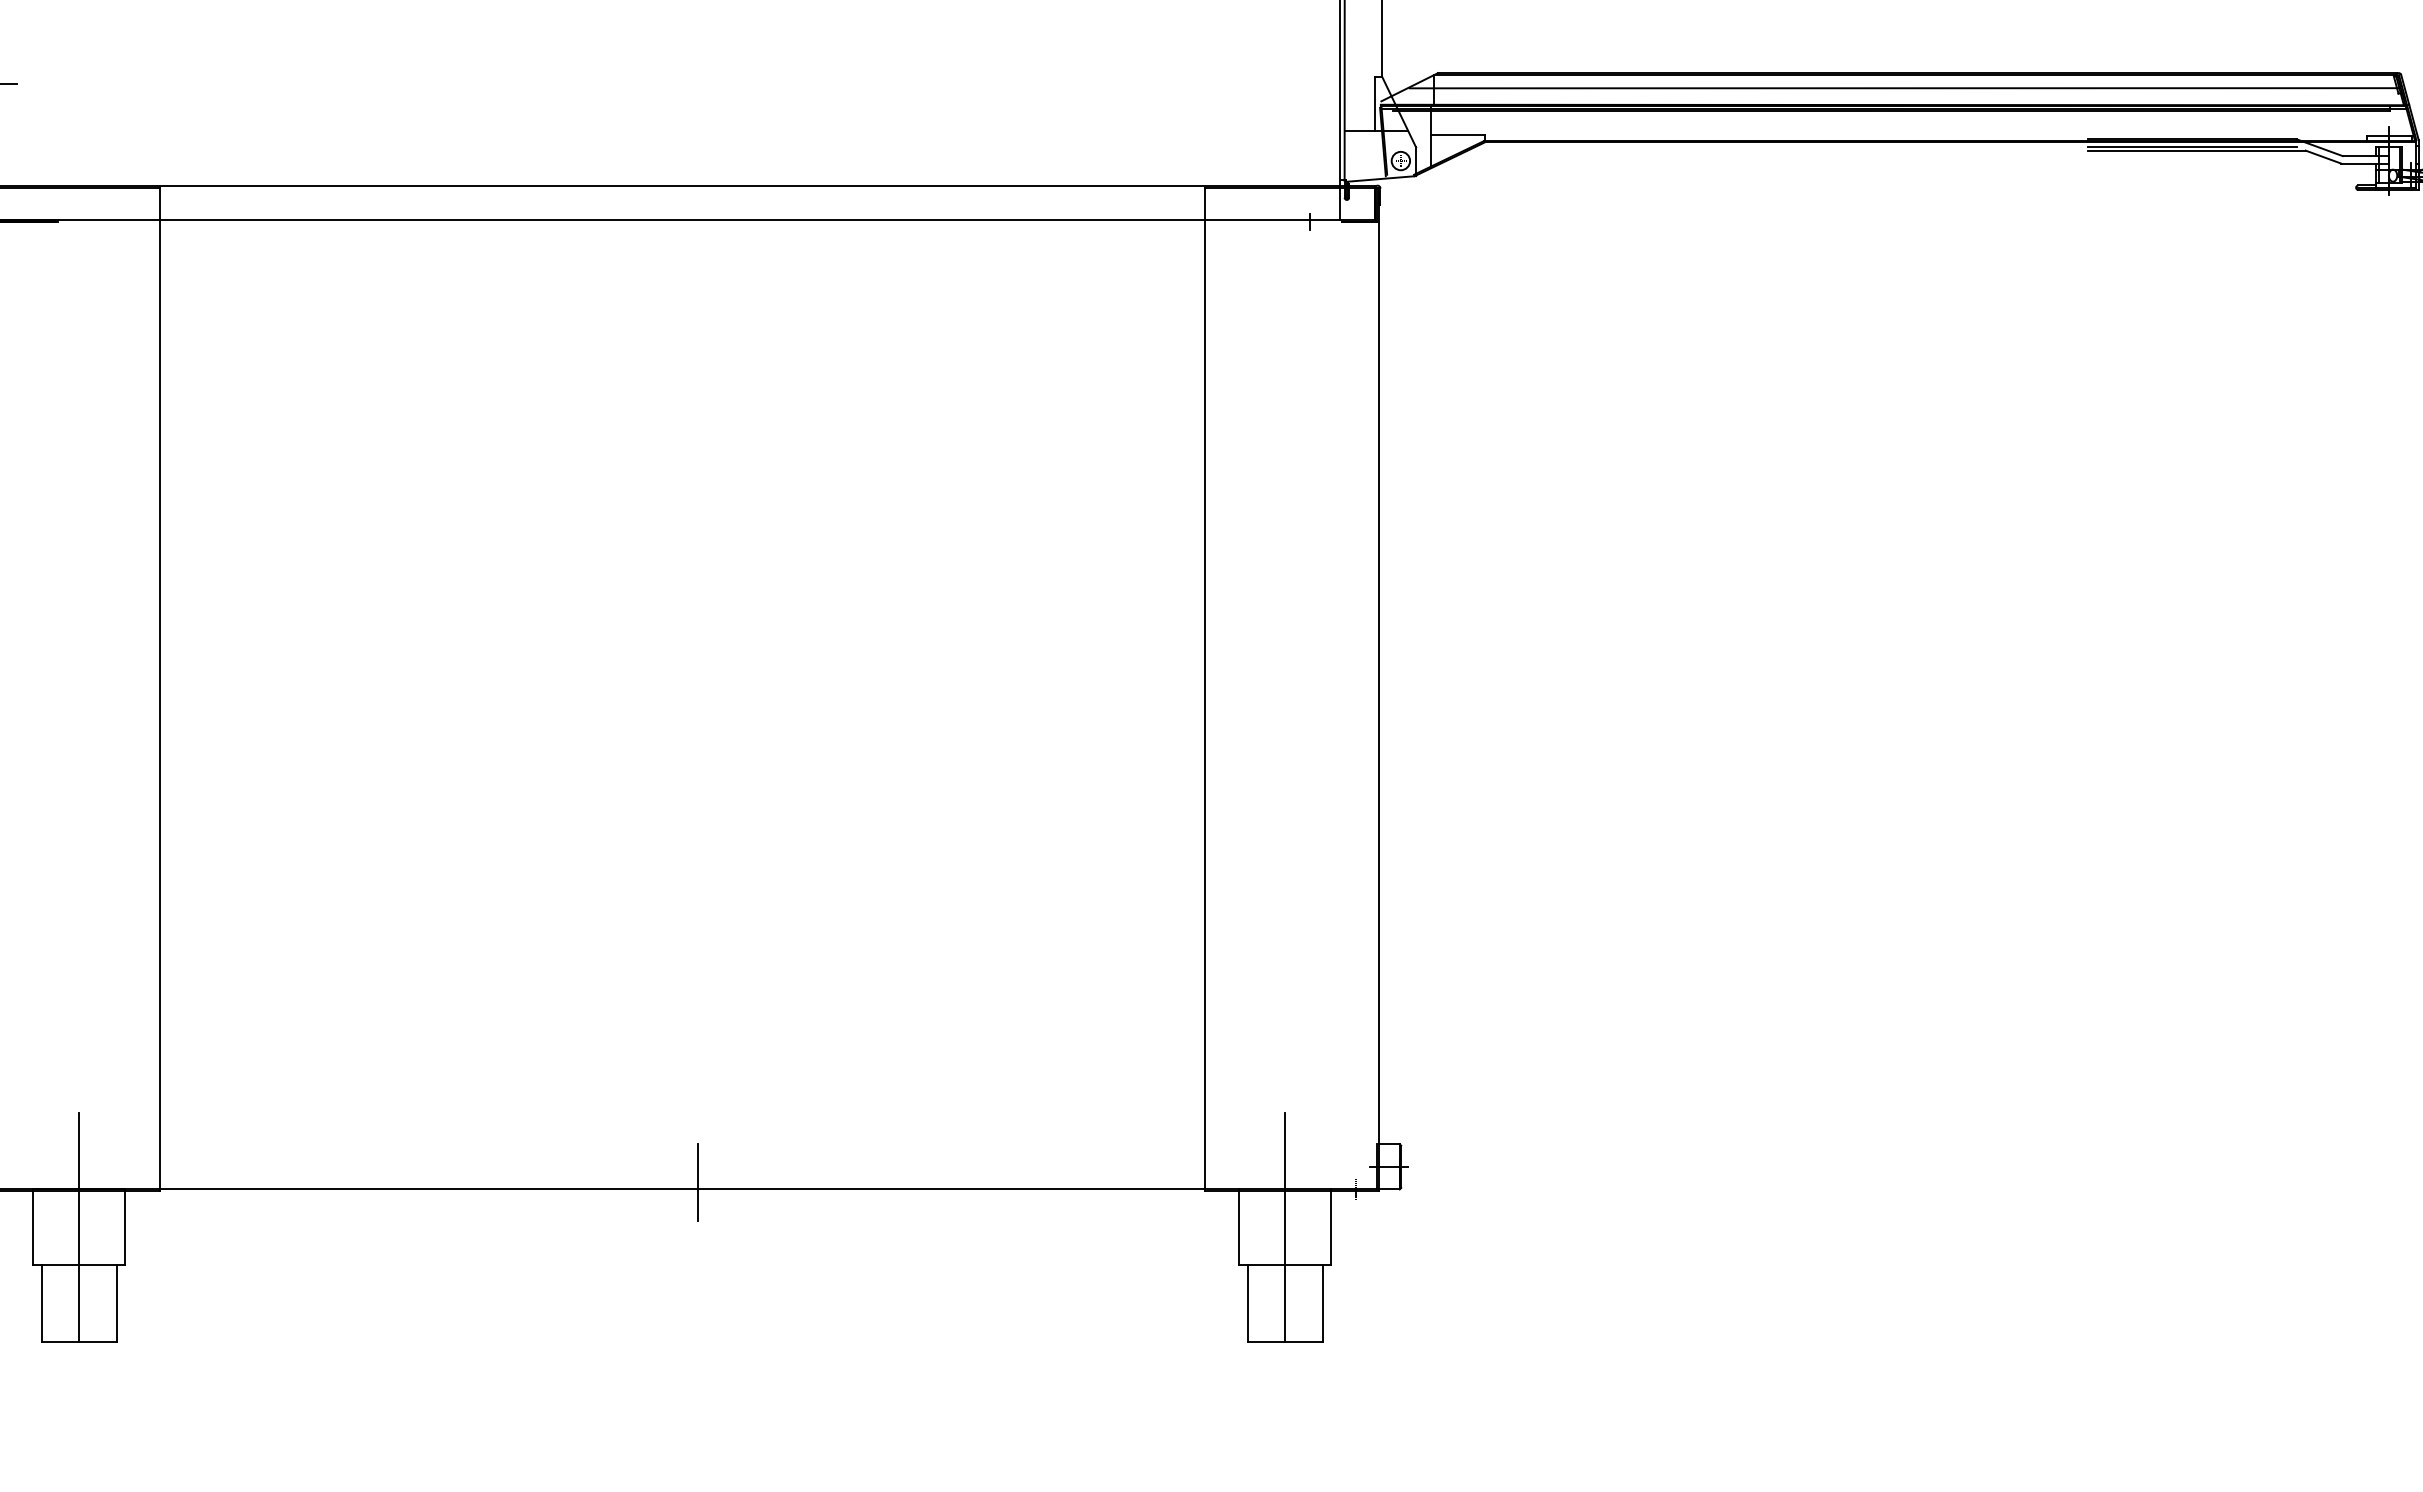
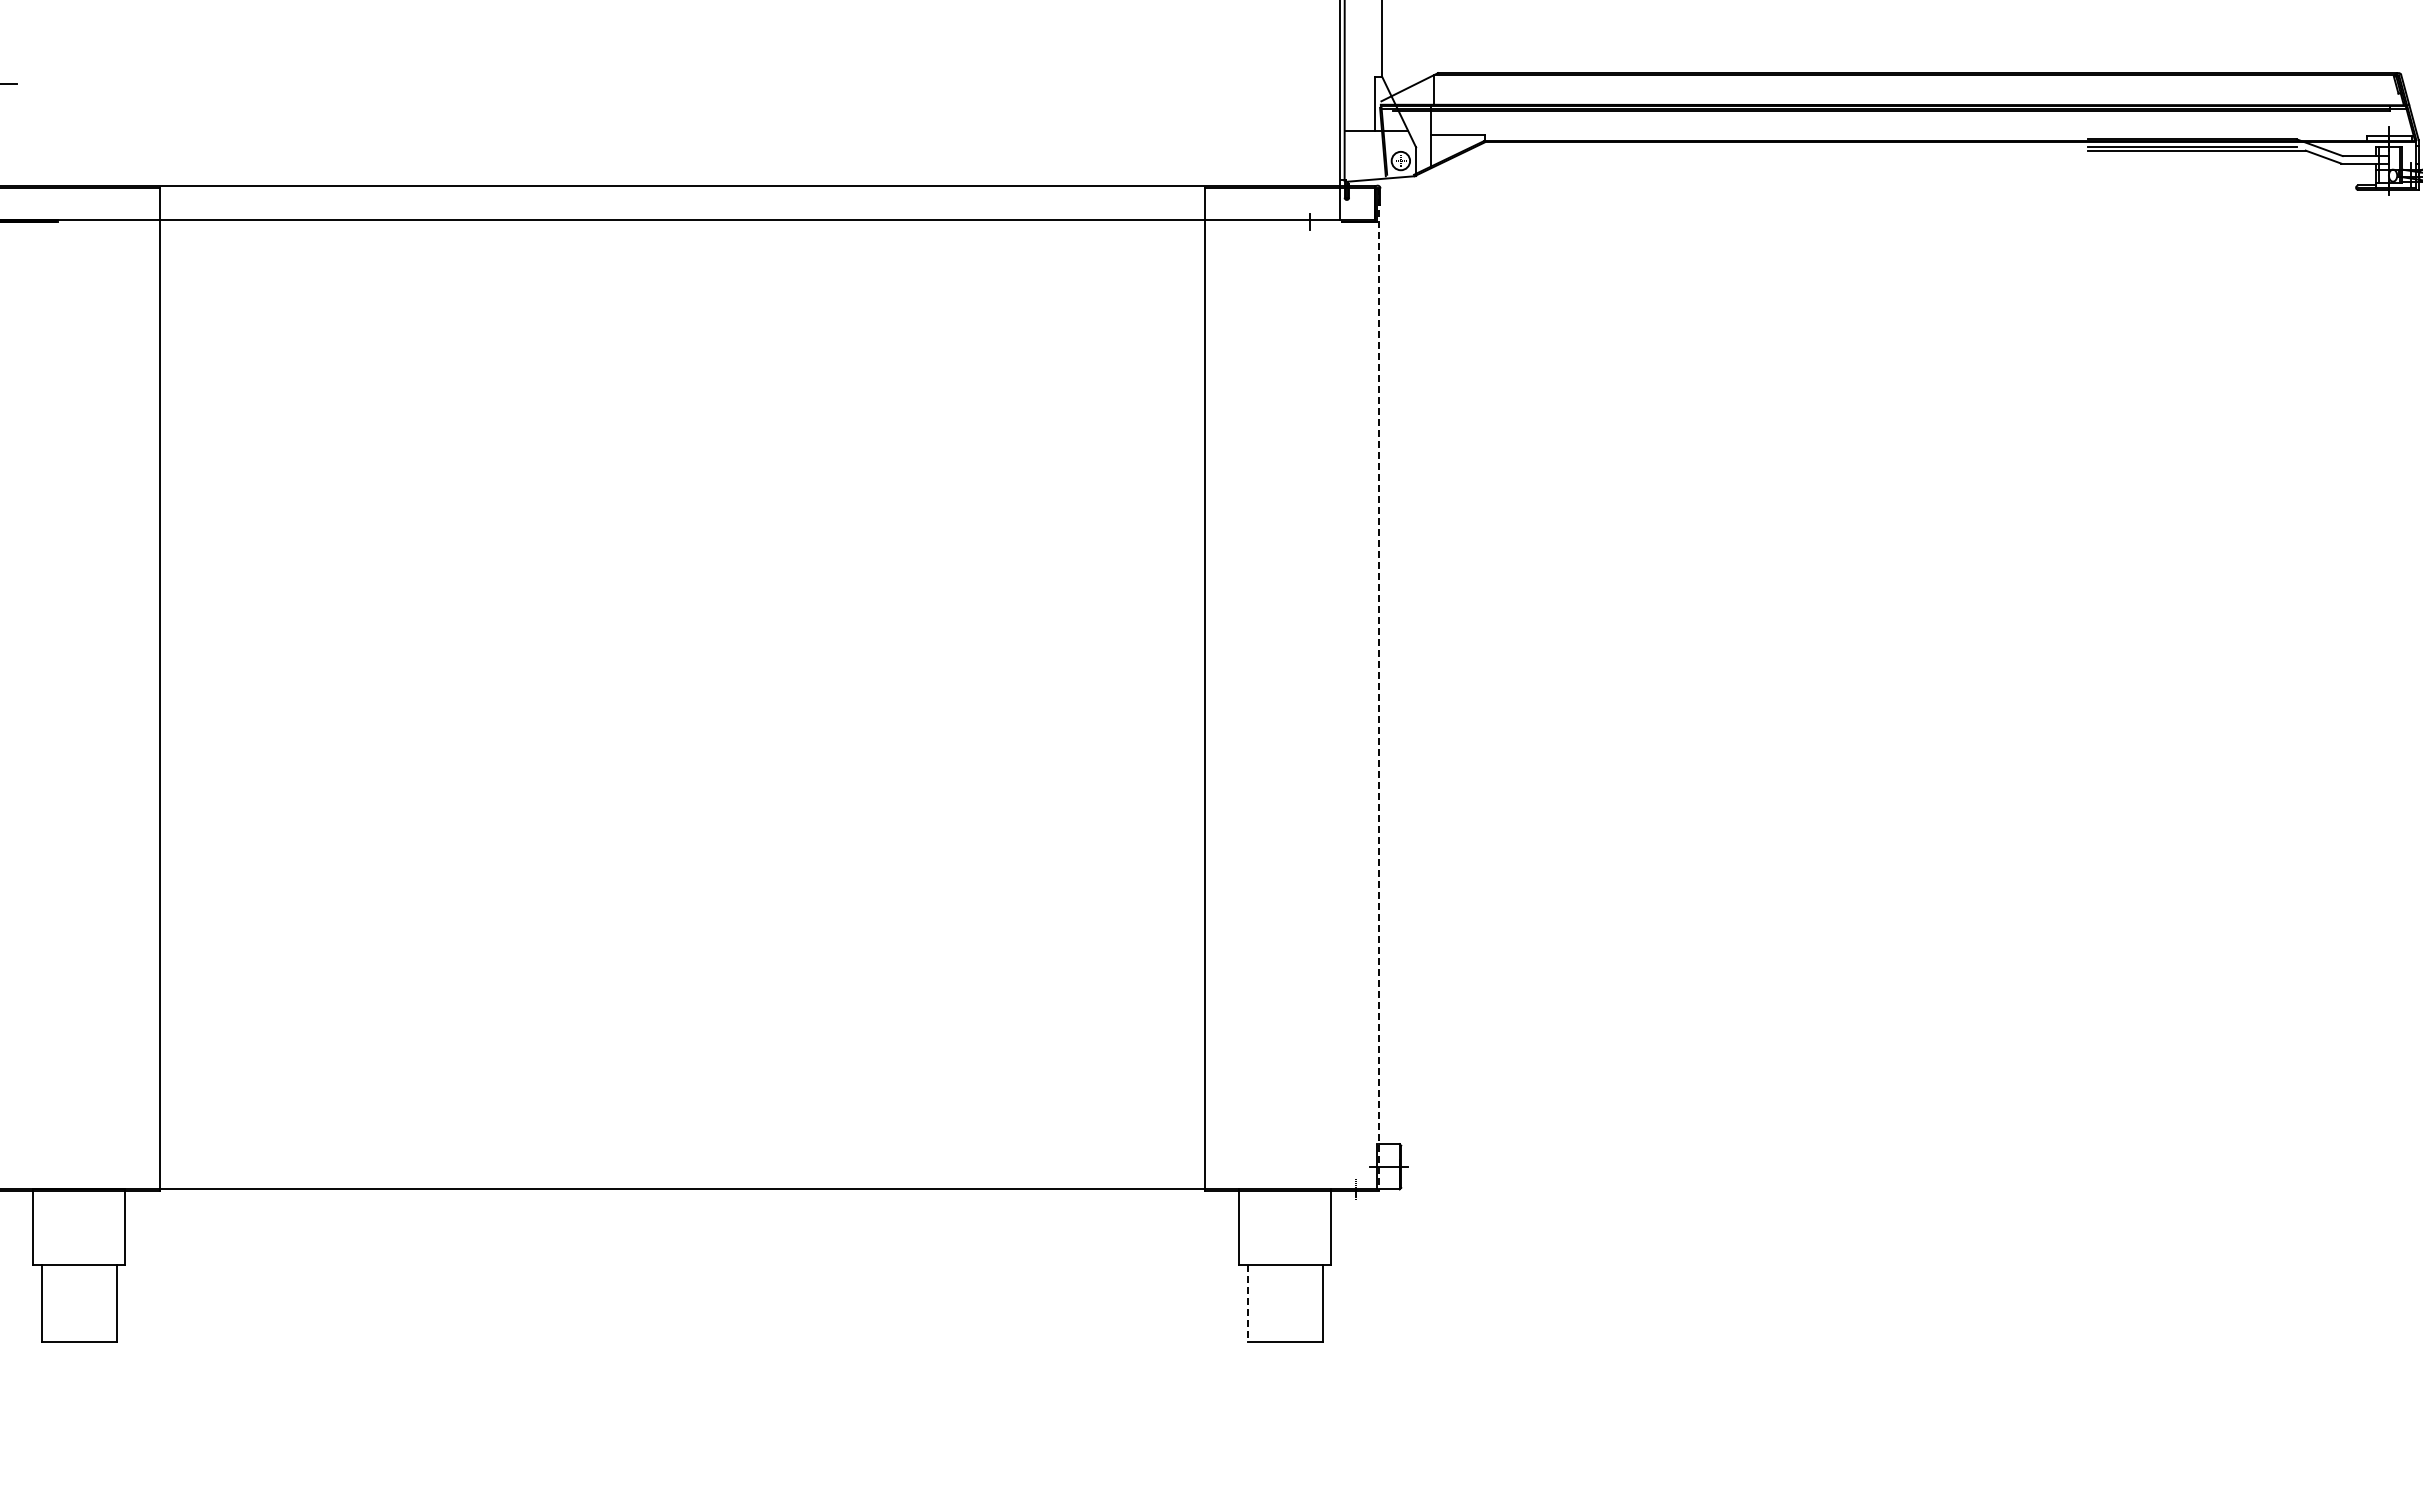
line at (1904, 88): present -> none
line at (1378, 689): solid -> dashed
line at (698, 1181): present -> none
line at (79, 1227): present -> none
line at (1285, 1227): present -> none
line at (1247, 1303): solid -> dashed
